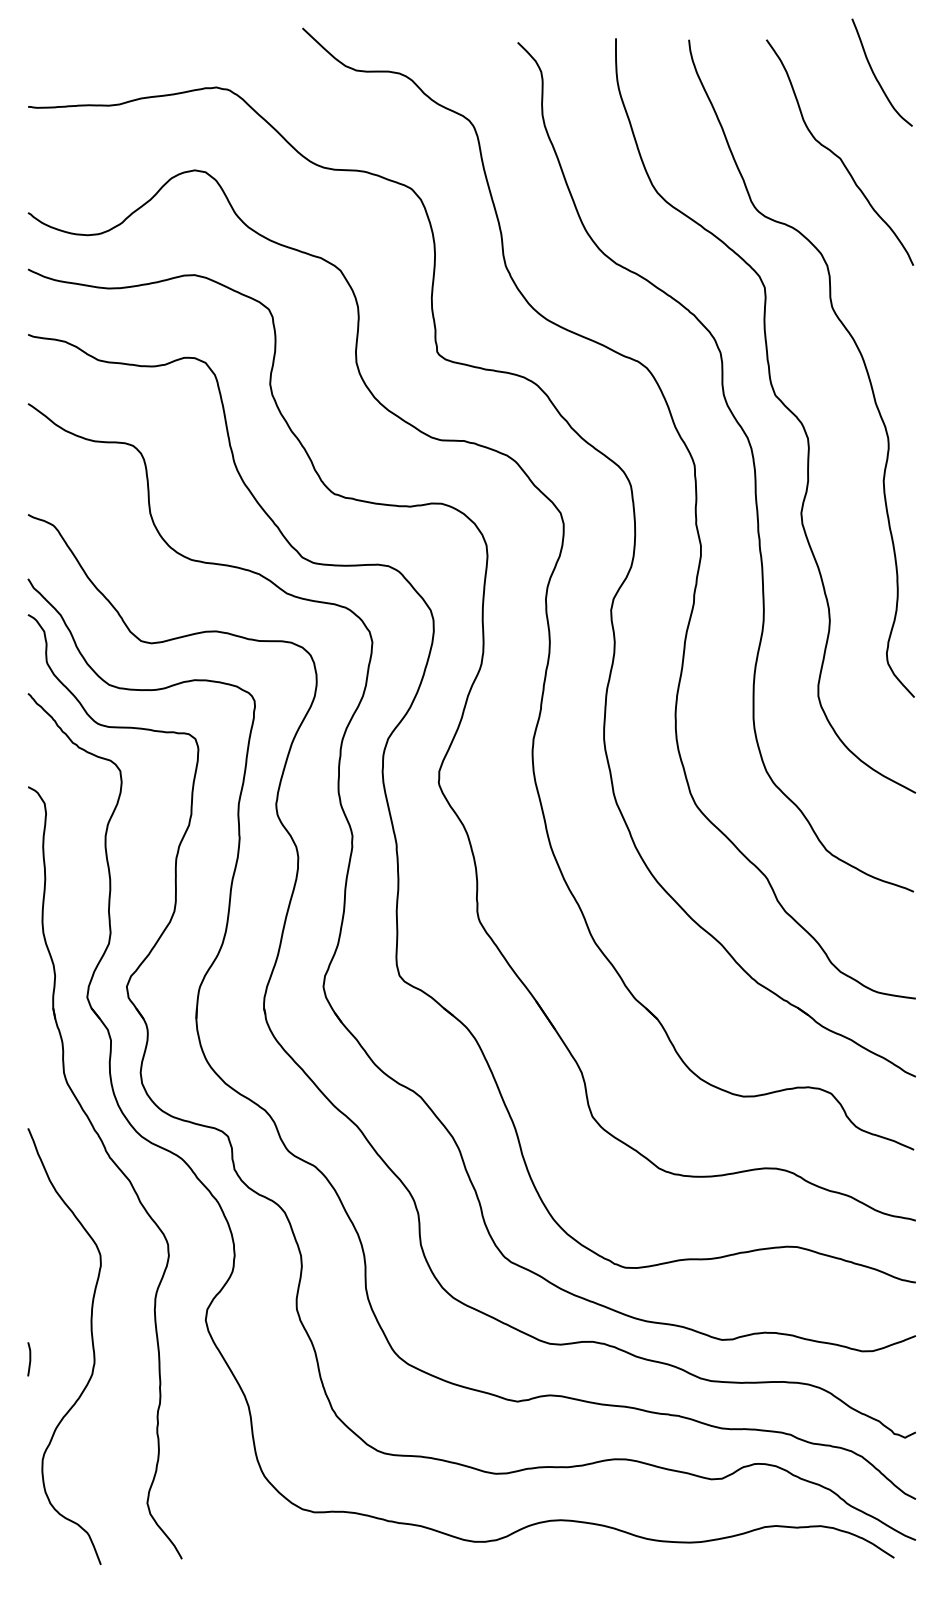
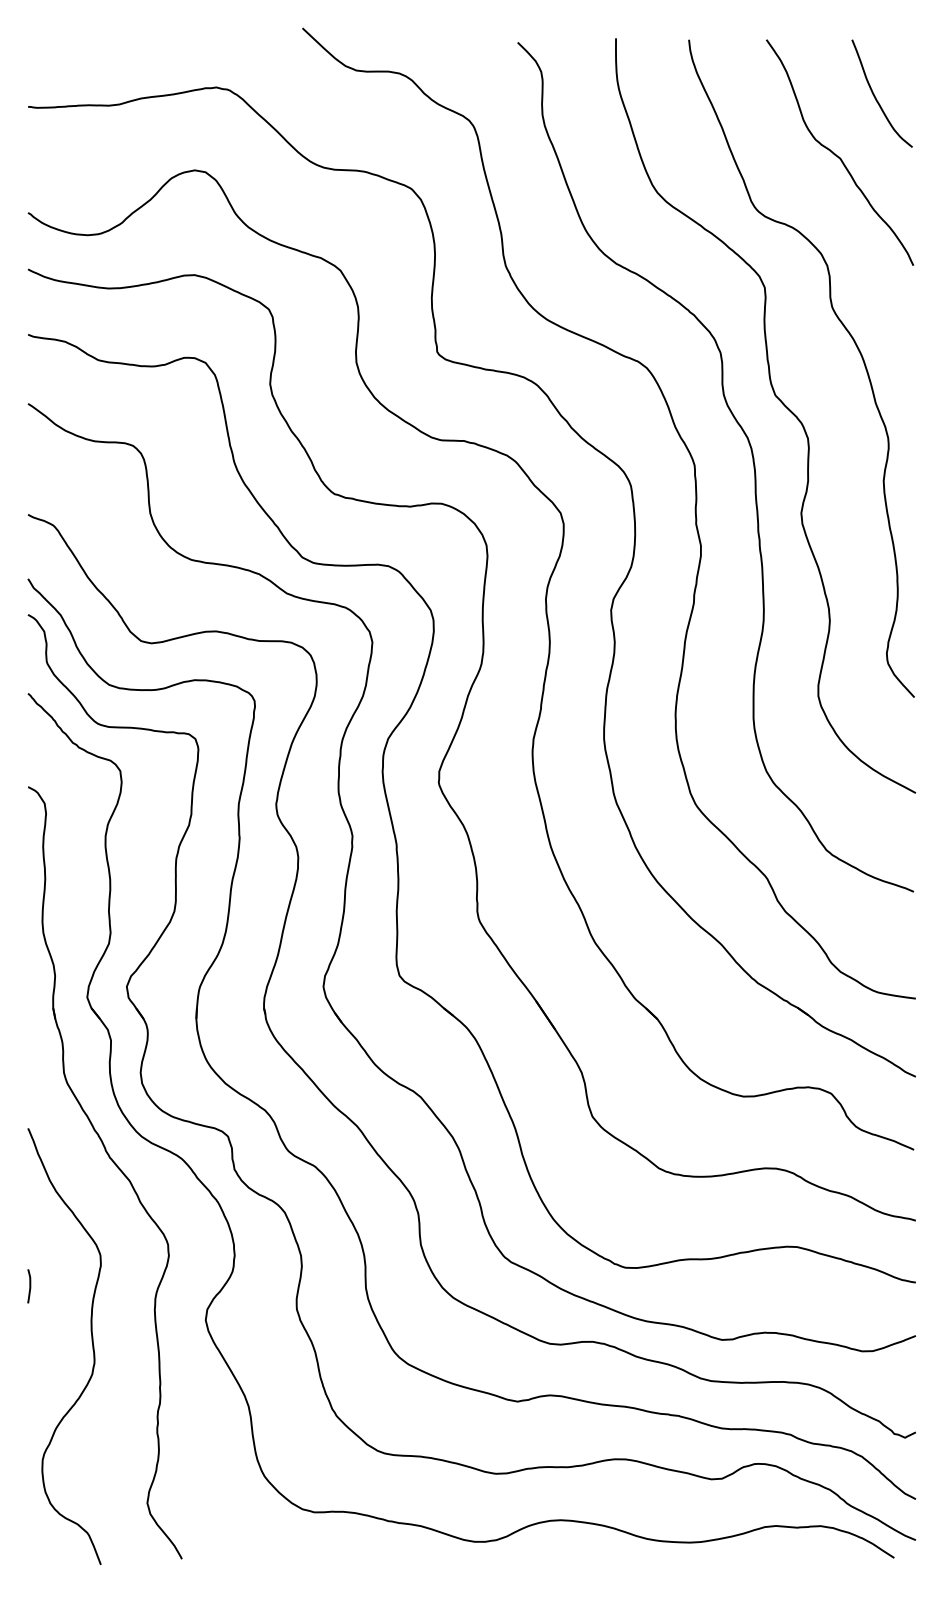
curve at (875, 74) position: (875, 74) -> (875, 95)
curve at (29, 1359) position: (29, 1359) -> (29, 1286)
